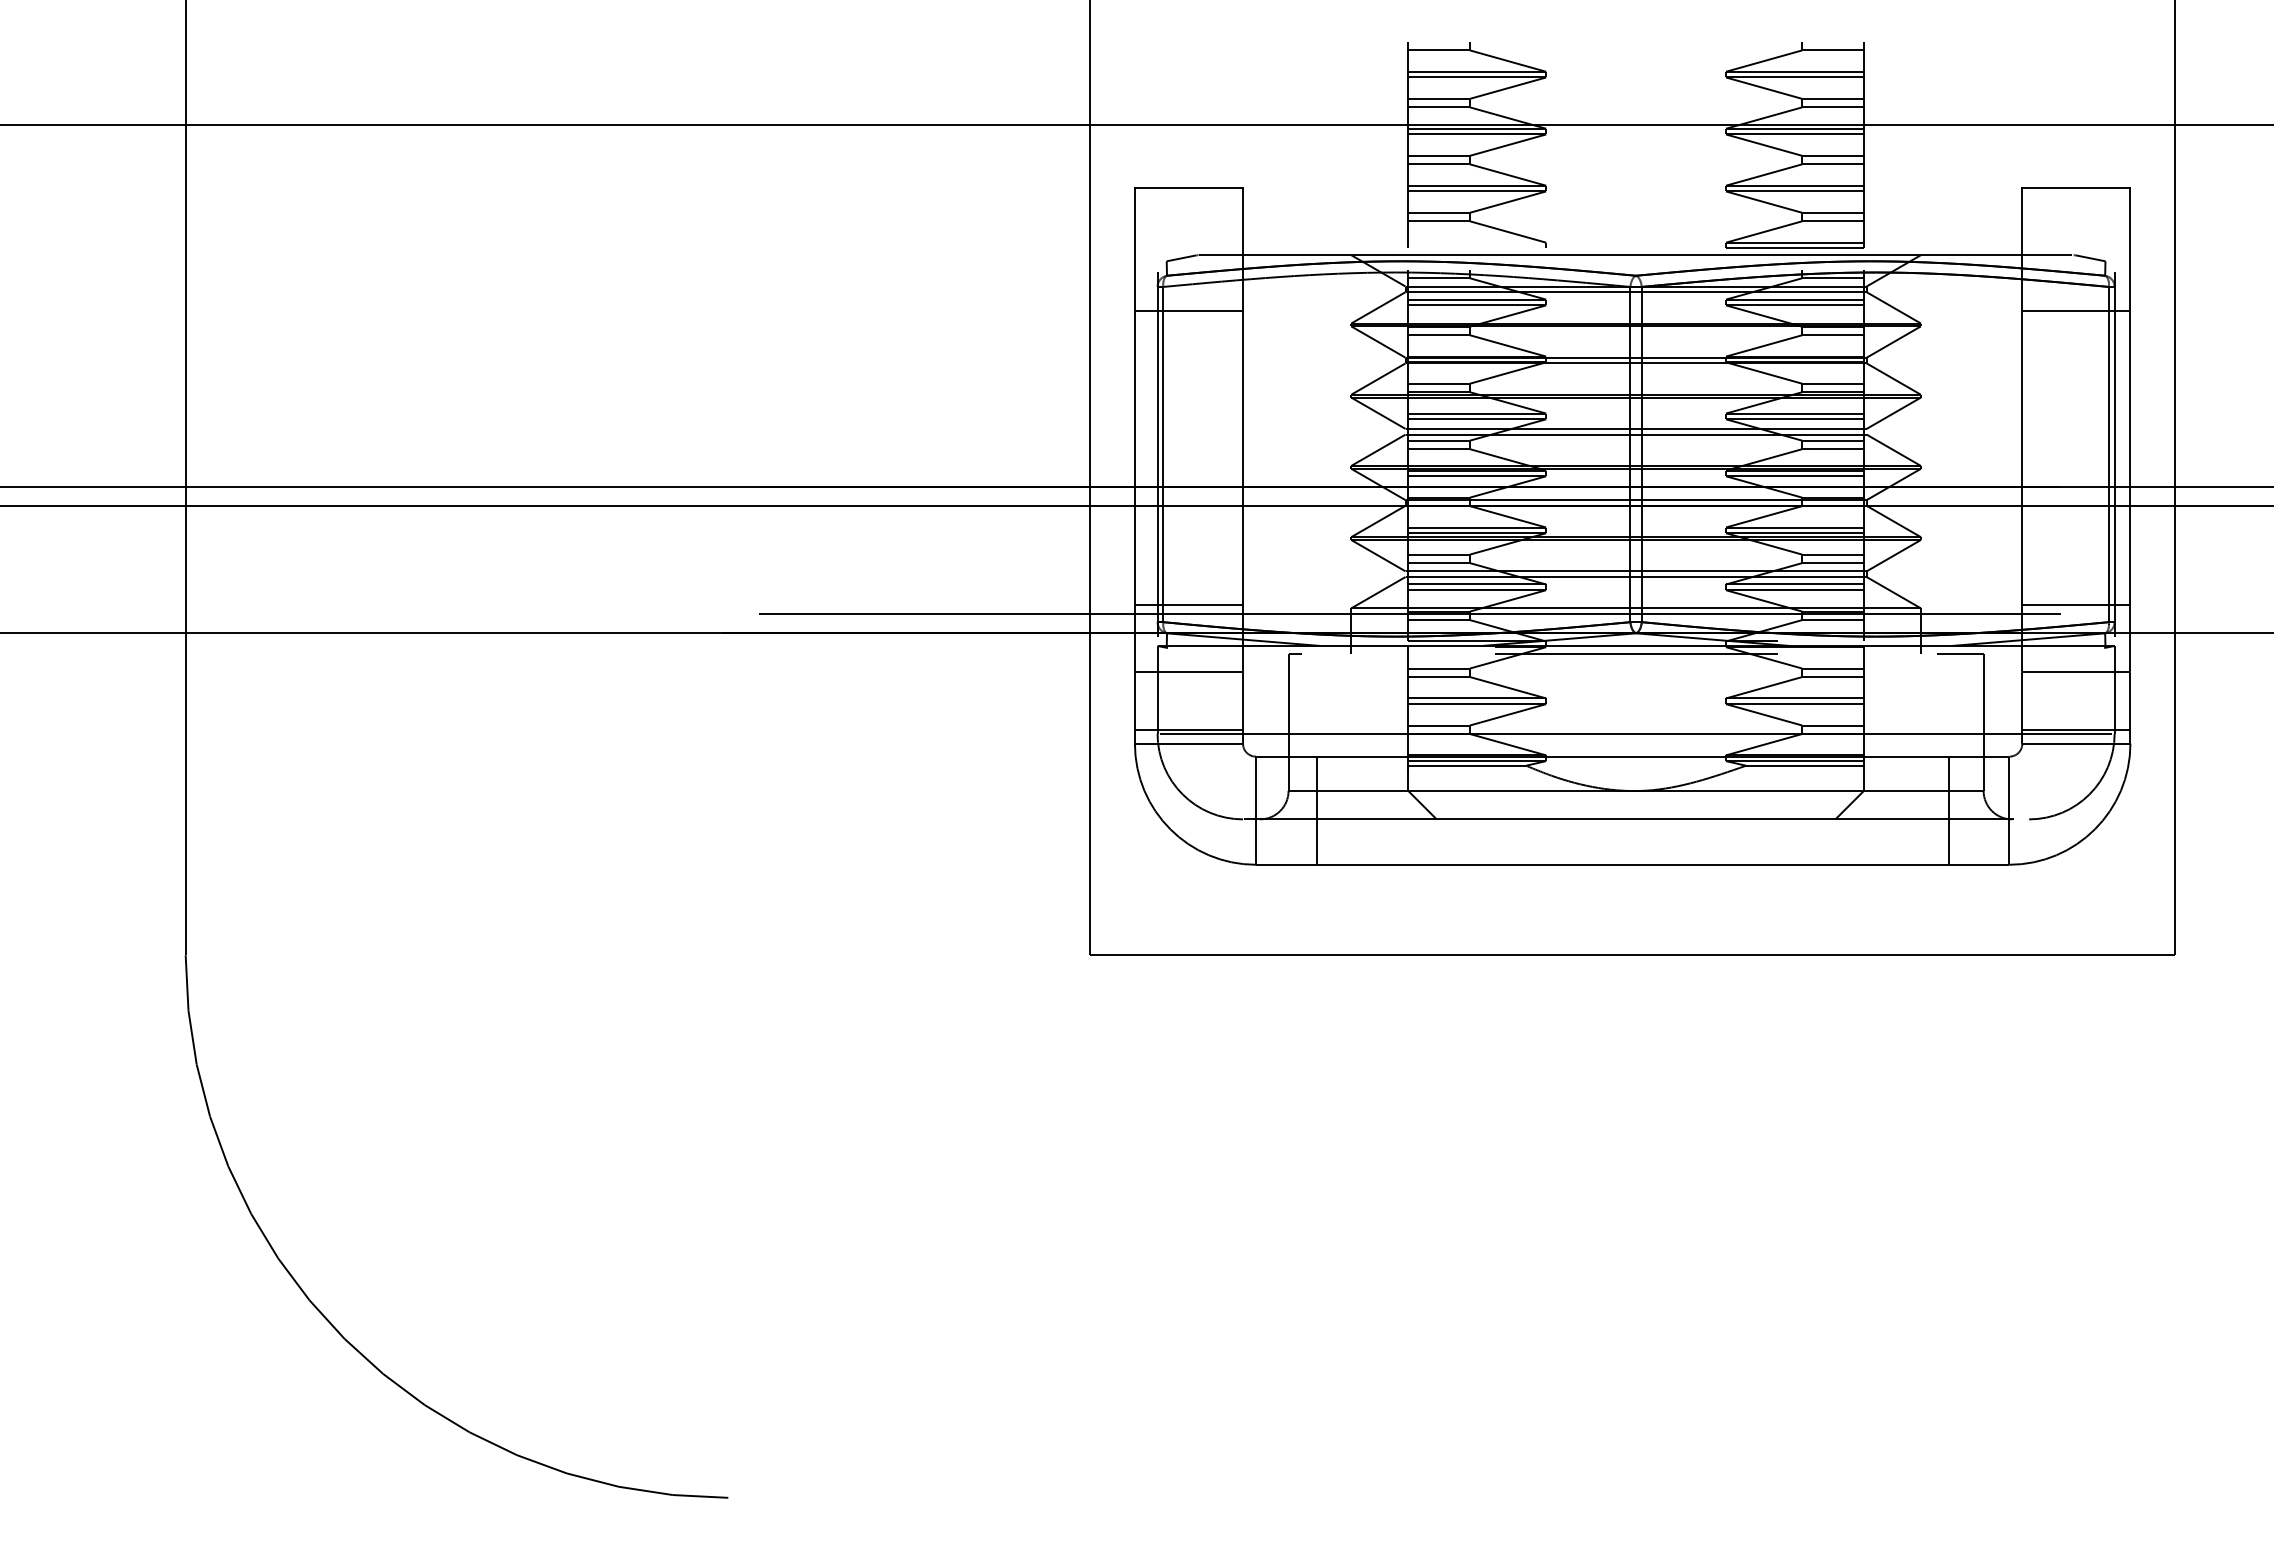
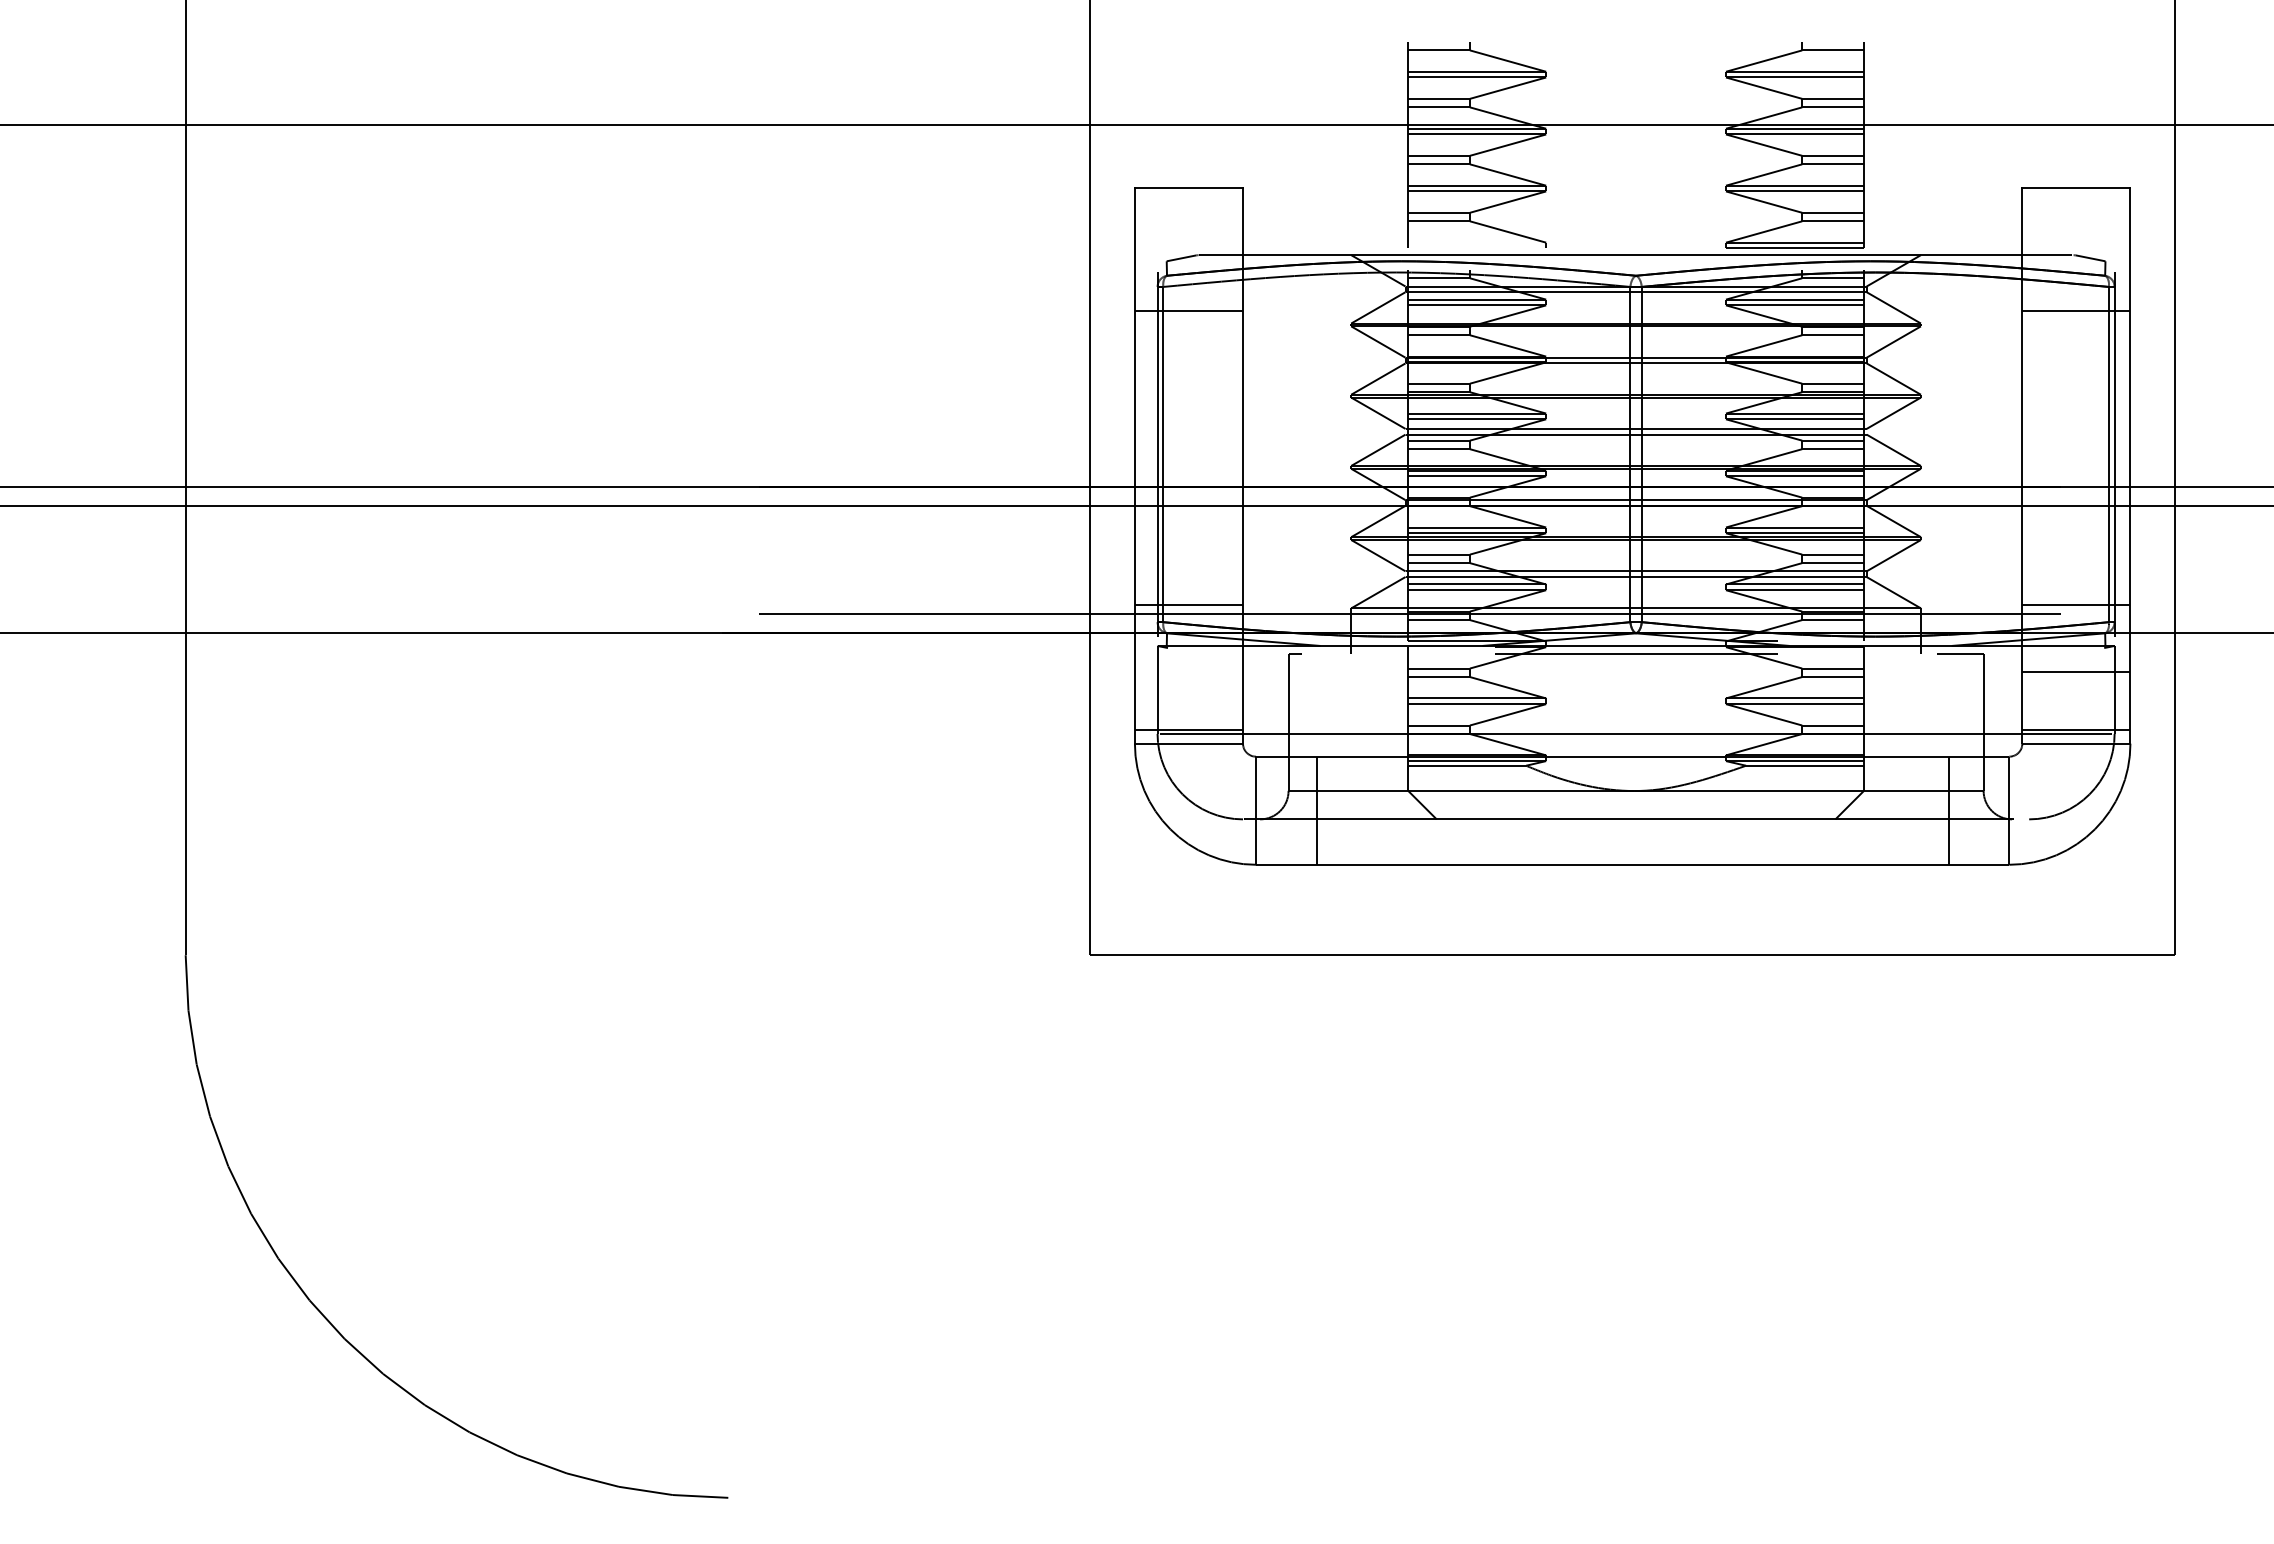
line at (1188, 672): present -> none
